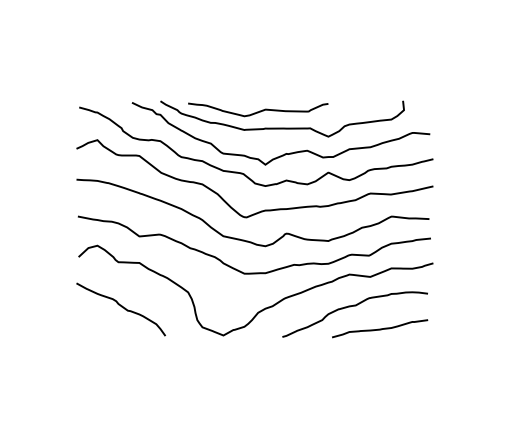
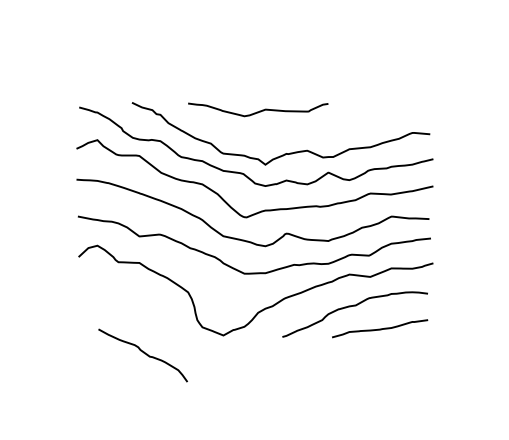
curve at (282, 127): present -> none
curve at (121, 307) position: (121, 307) -> (143, 353)
